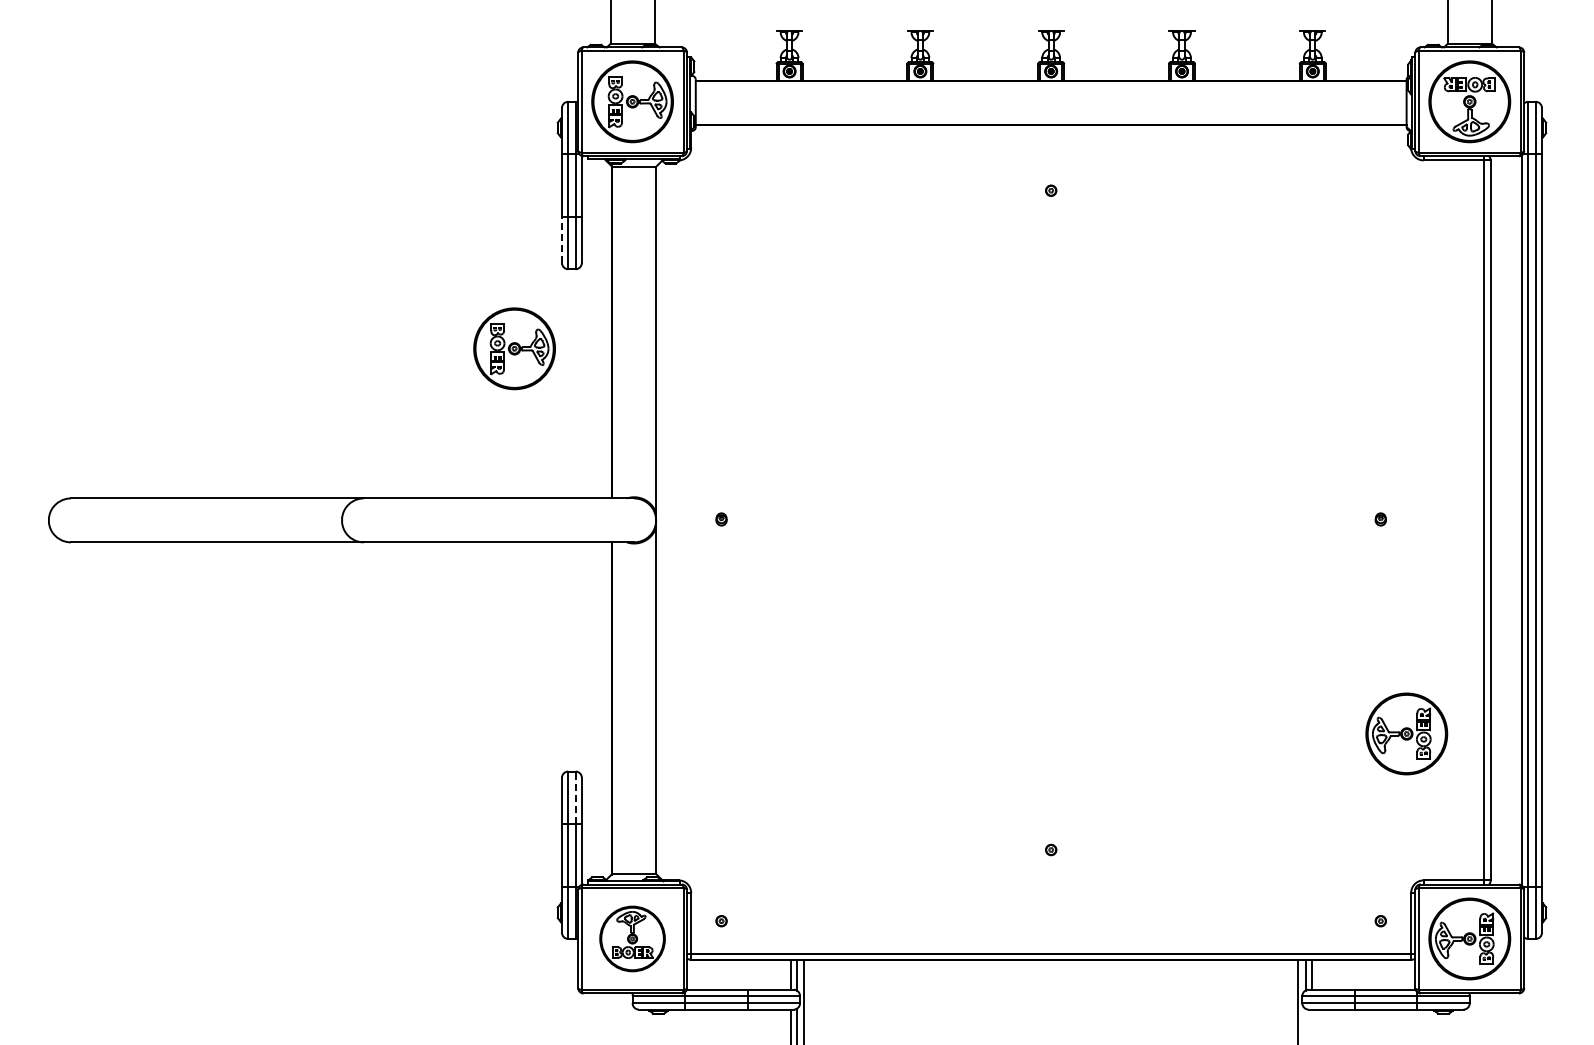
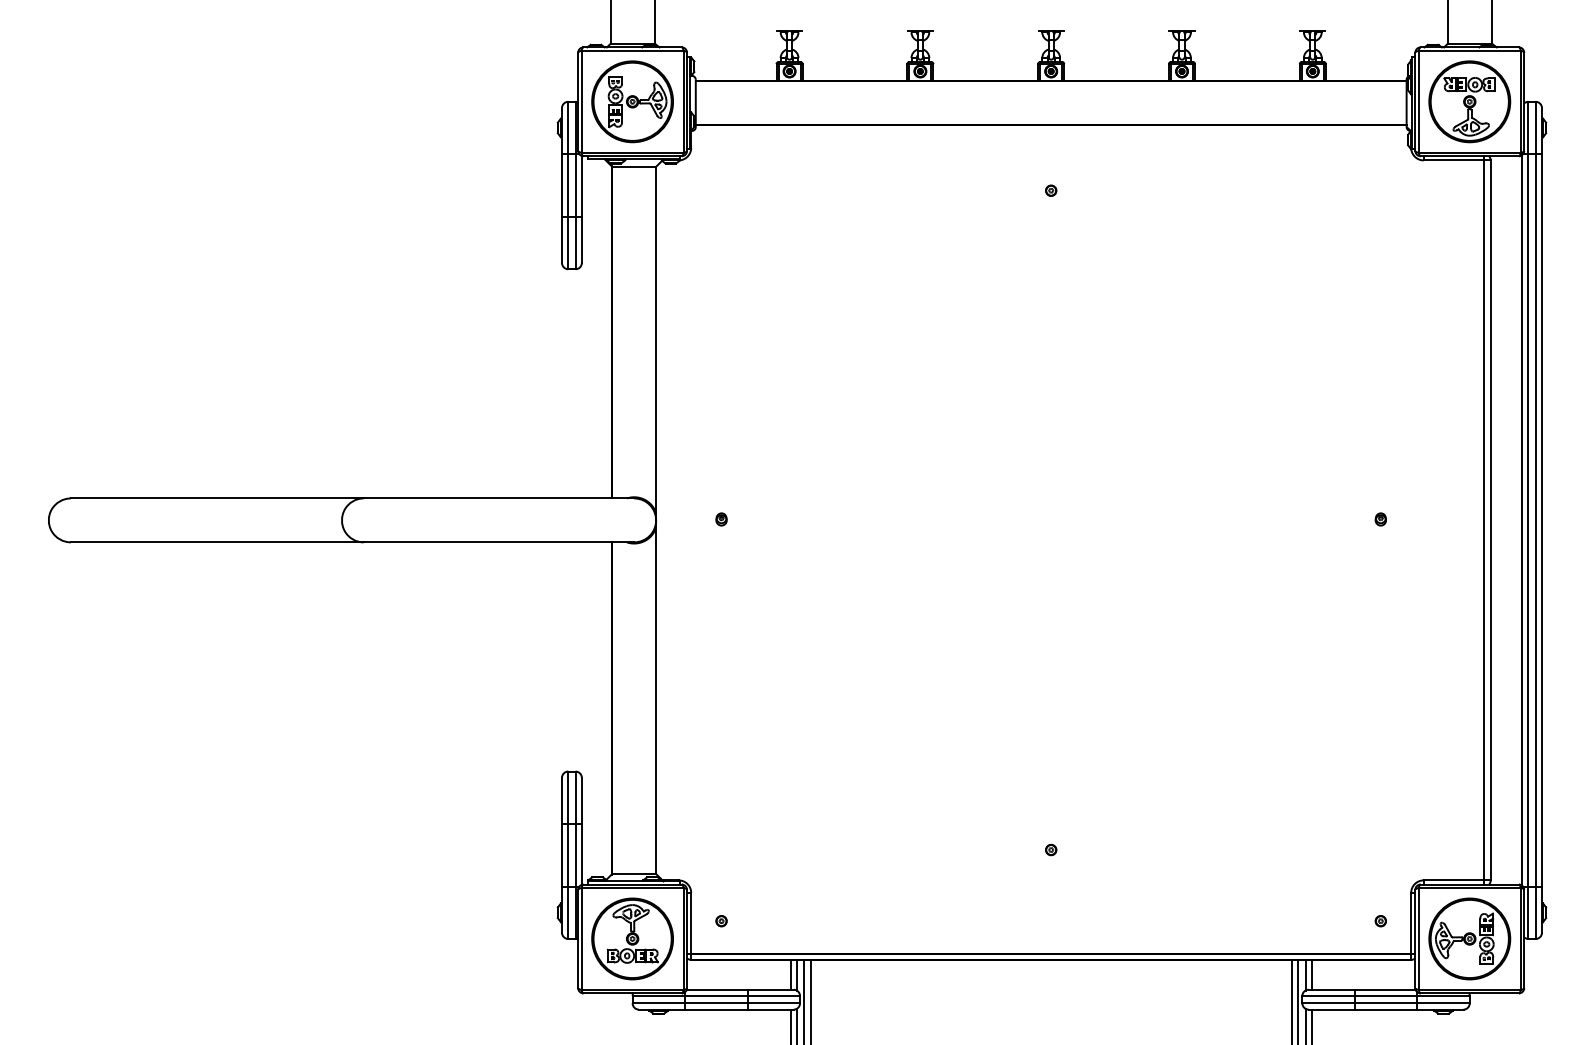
line at (561, 239): dashed -> solid
part at (514, 348): present -> none
part at (1406, 733): present -> none
line at (575, 797): dashed -> solid
part at (632, 938) size: 67x68 px -> 83x84 px
line at (810, 1000): none -> present
line at (1291, 1000): none -> present
line at (1305, 1024): none -> present
line at (1311, 1024): none -> present
